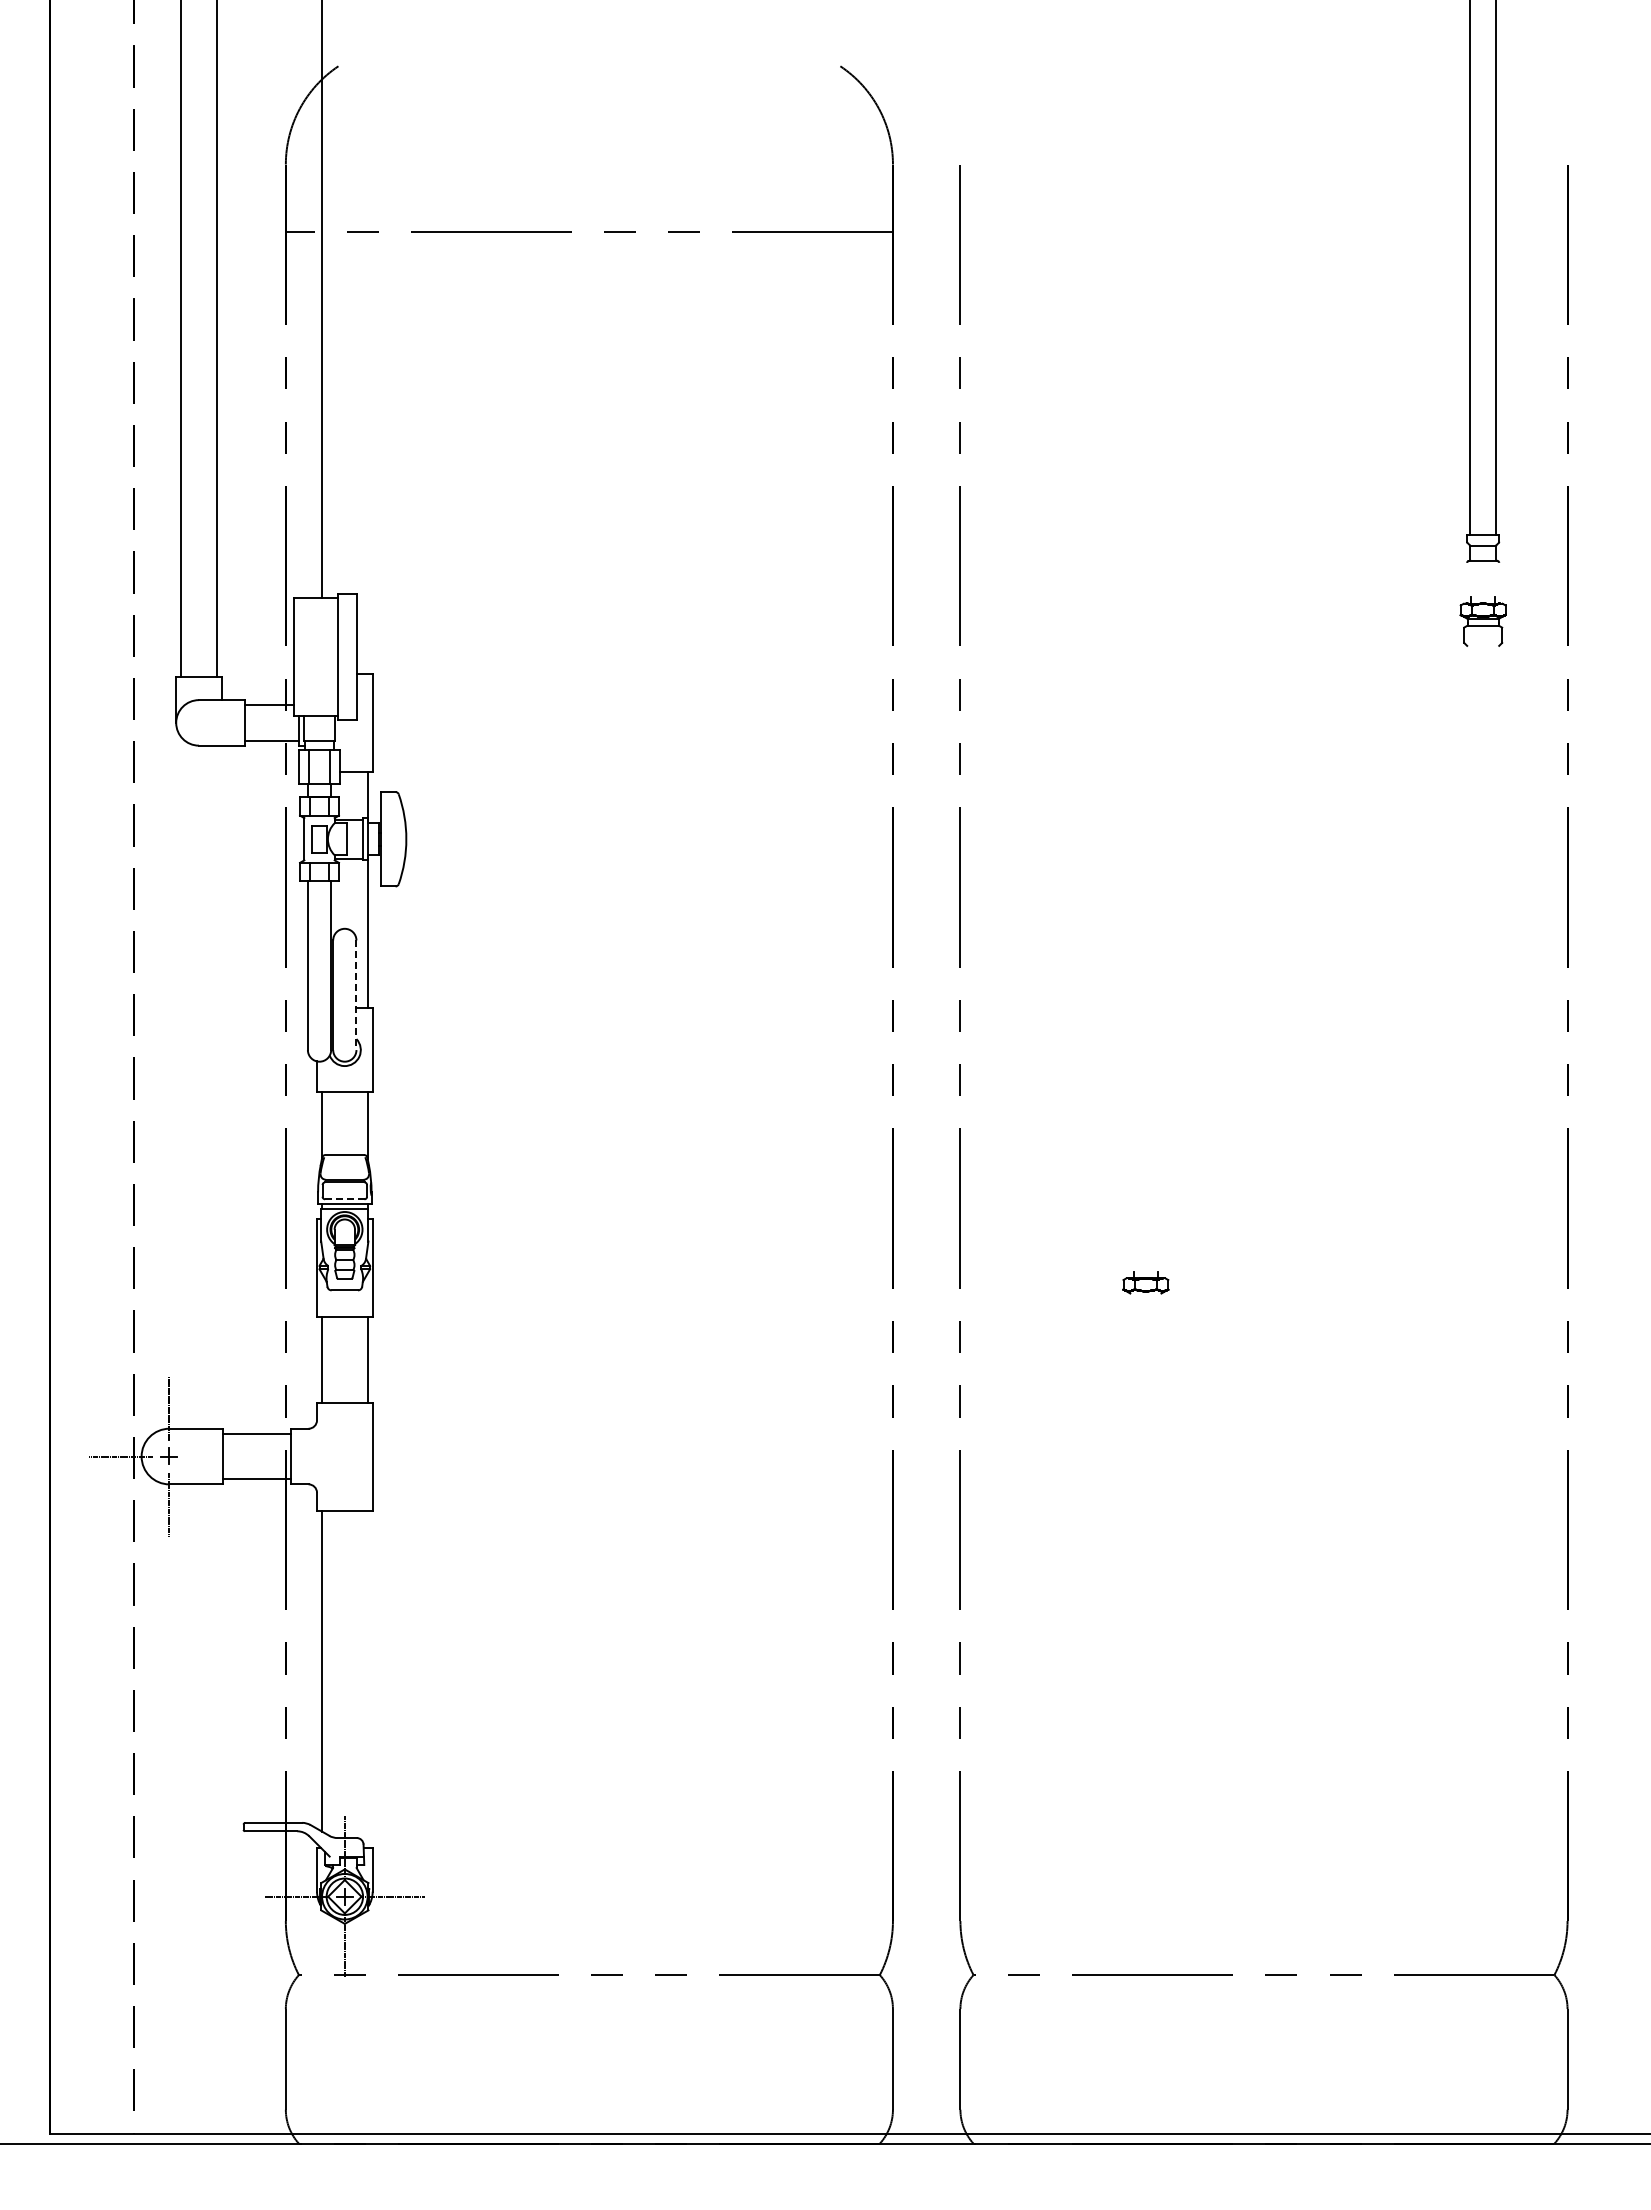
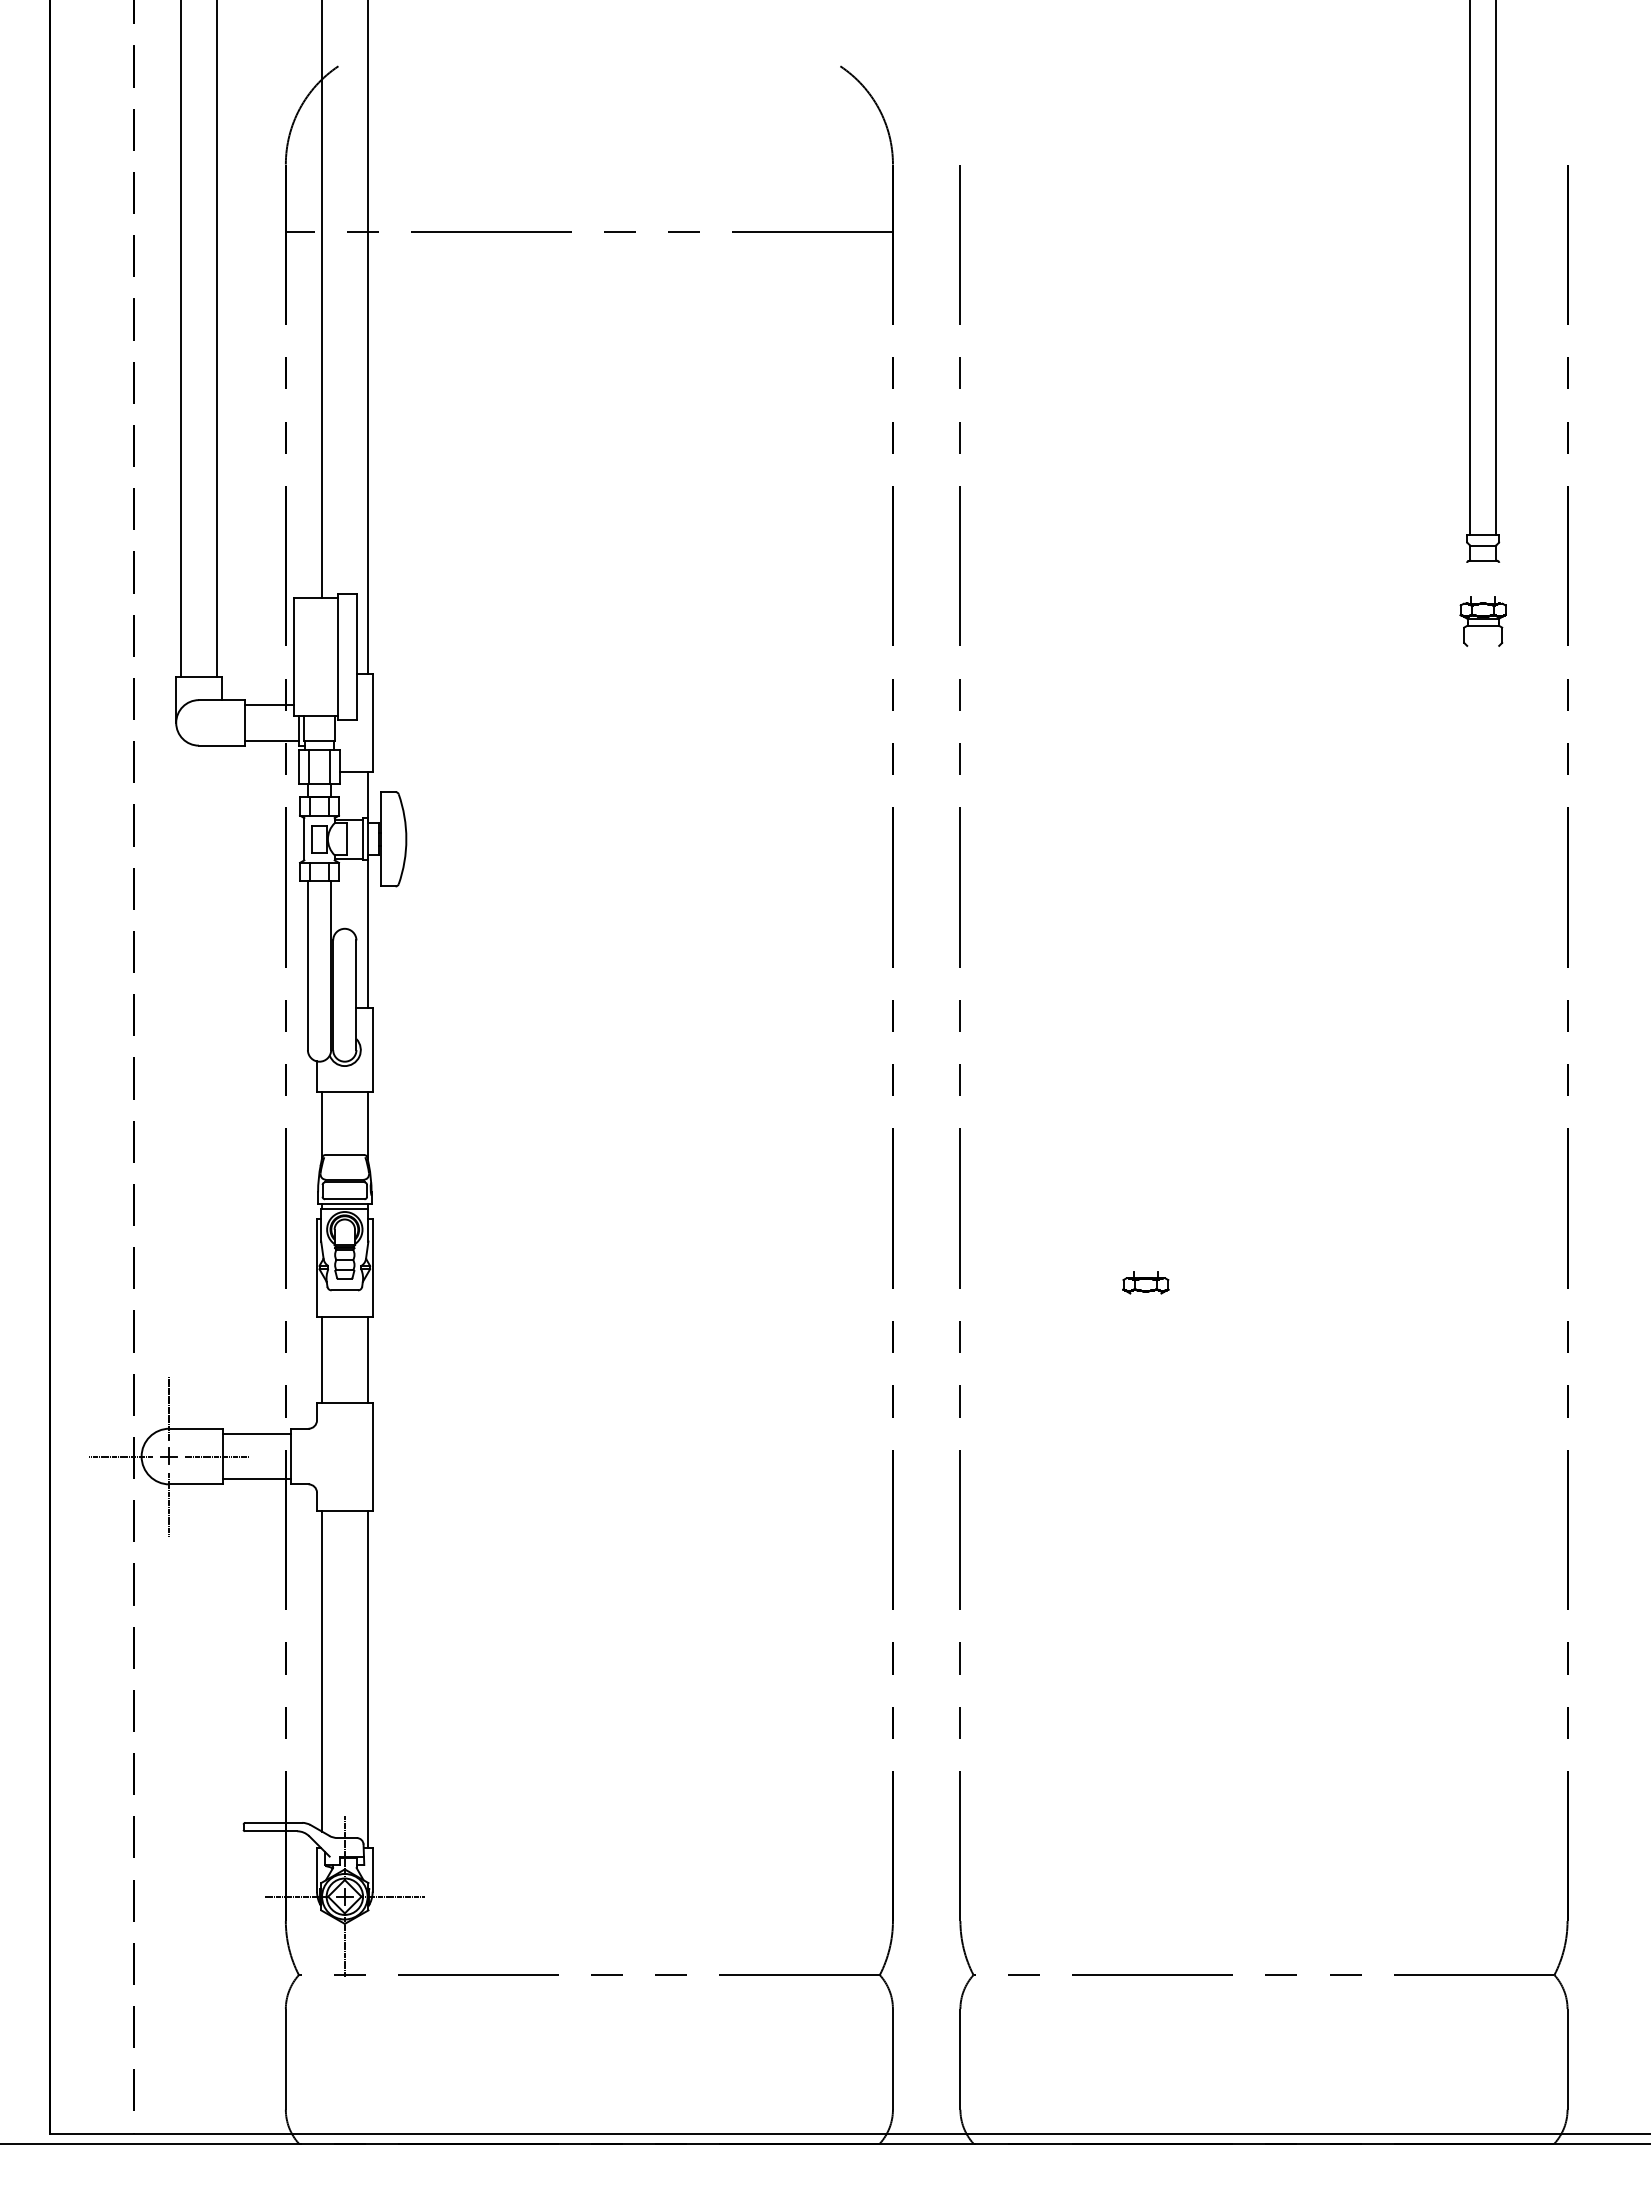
line at (367, 338): none -> present
line at (356, 995): dashed -> solid
line at (344, 1199): dashed -> solid
line at (217, 1456): none -> present
line at (367, 1678): none -> present
